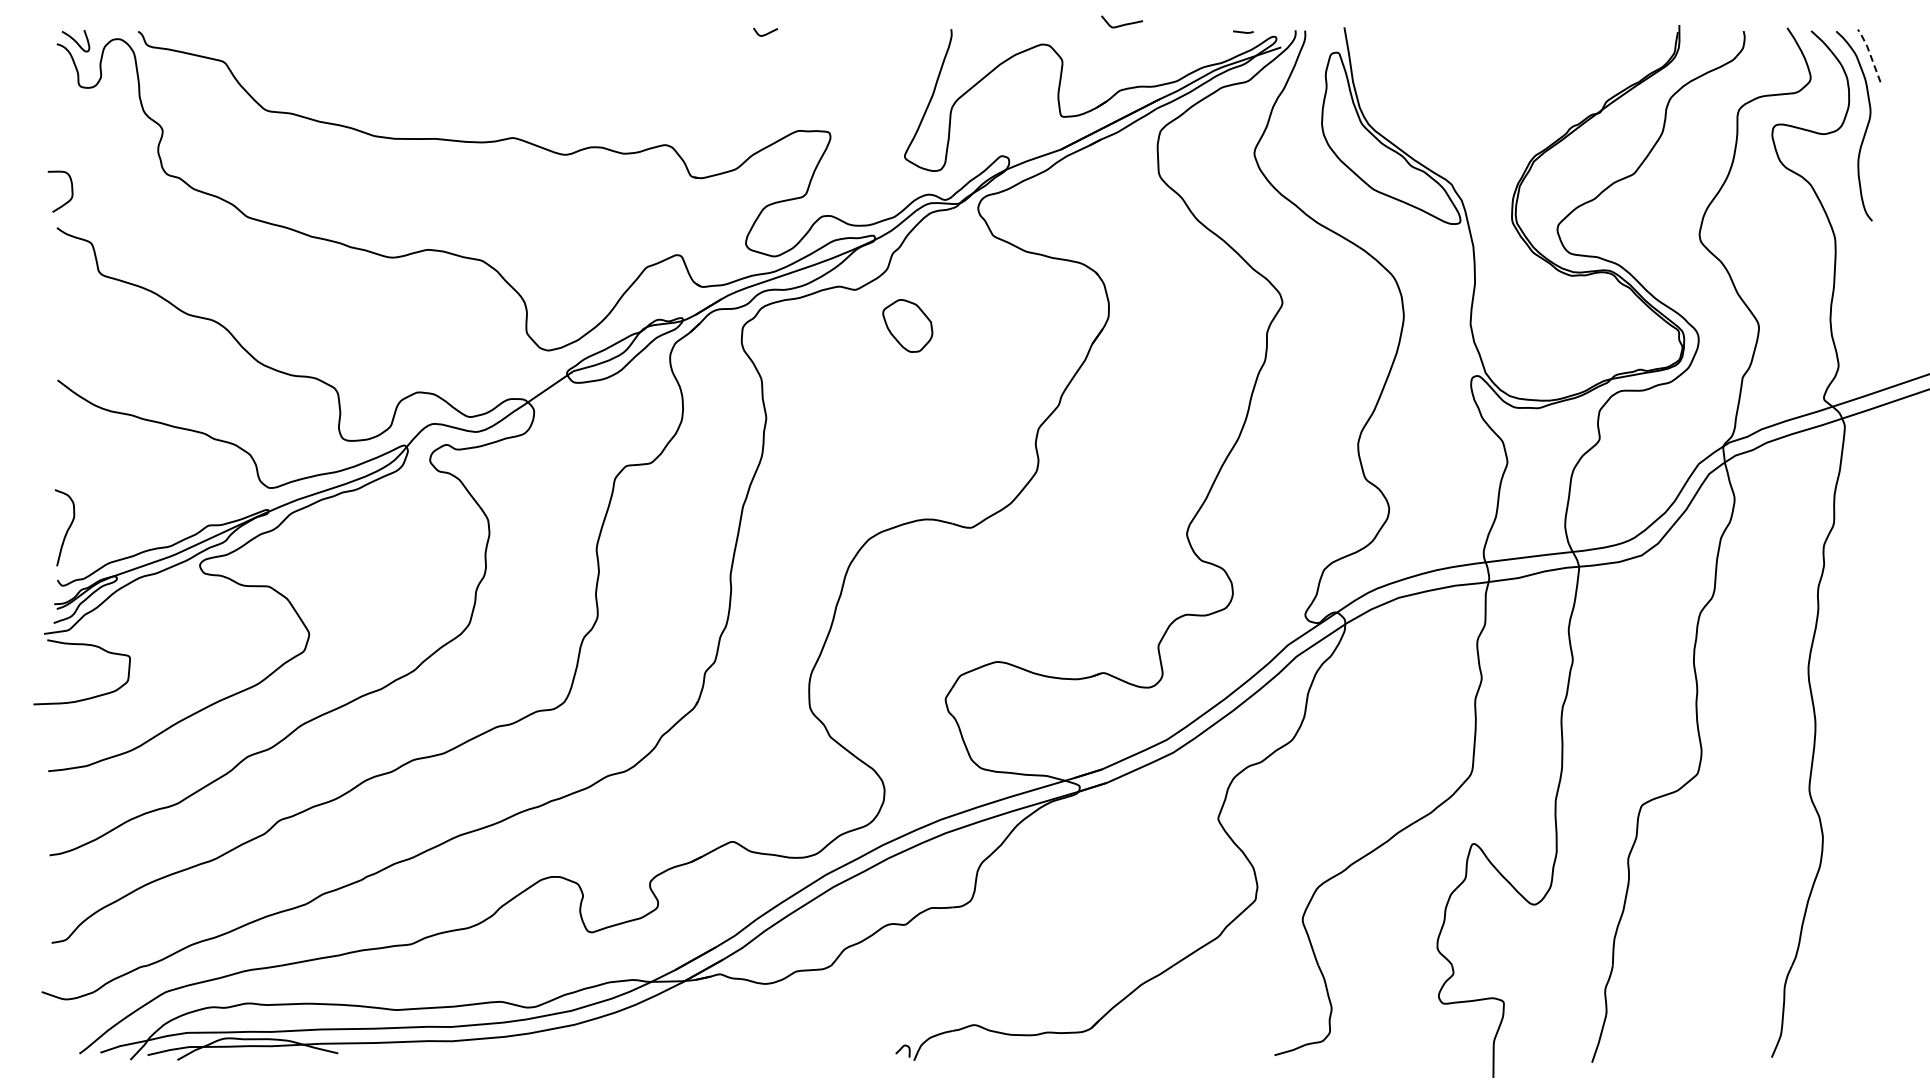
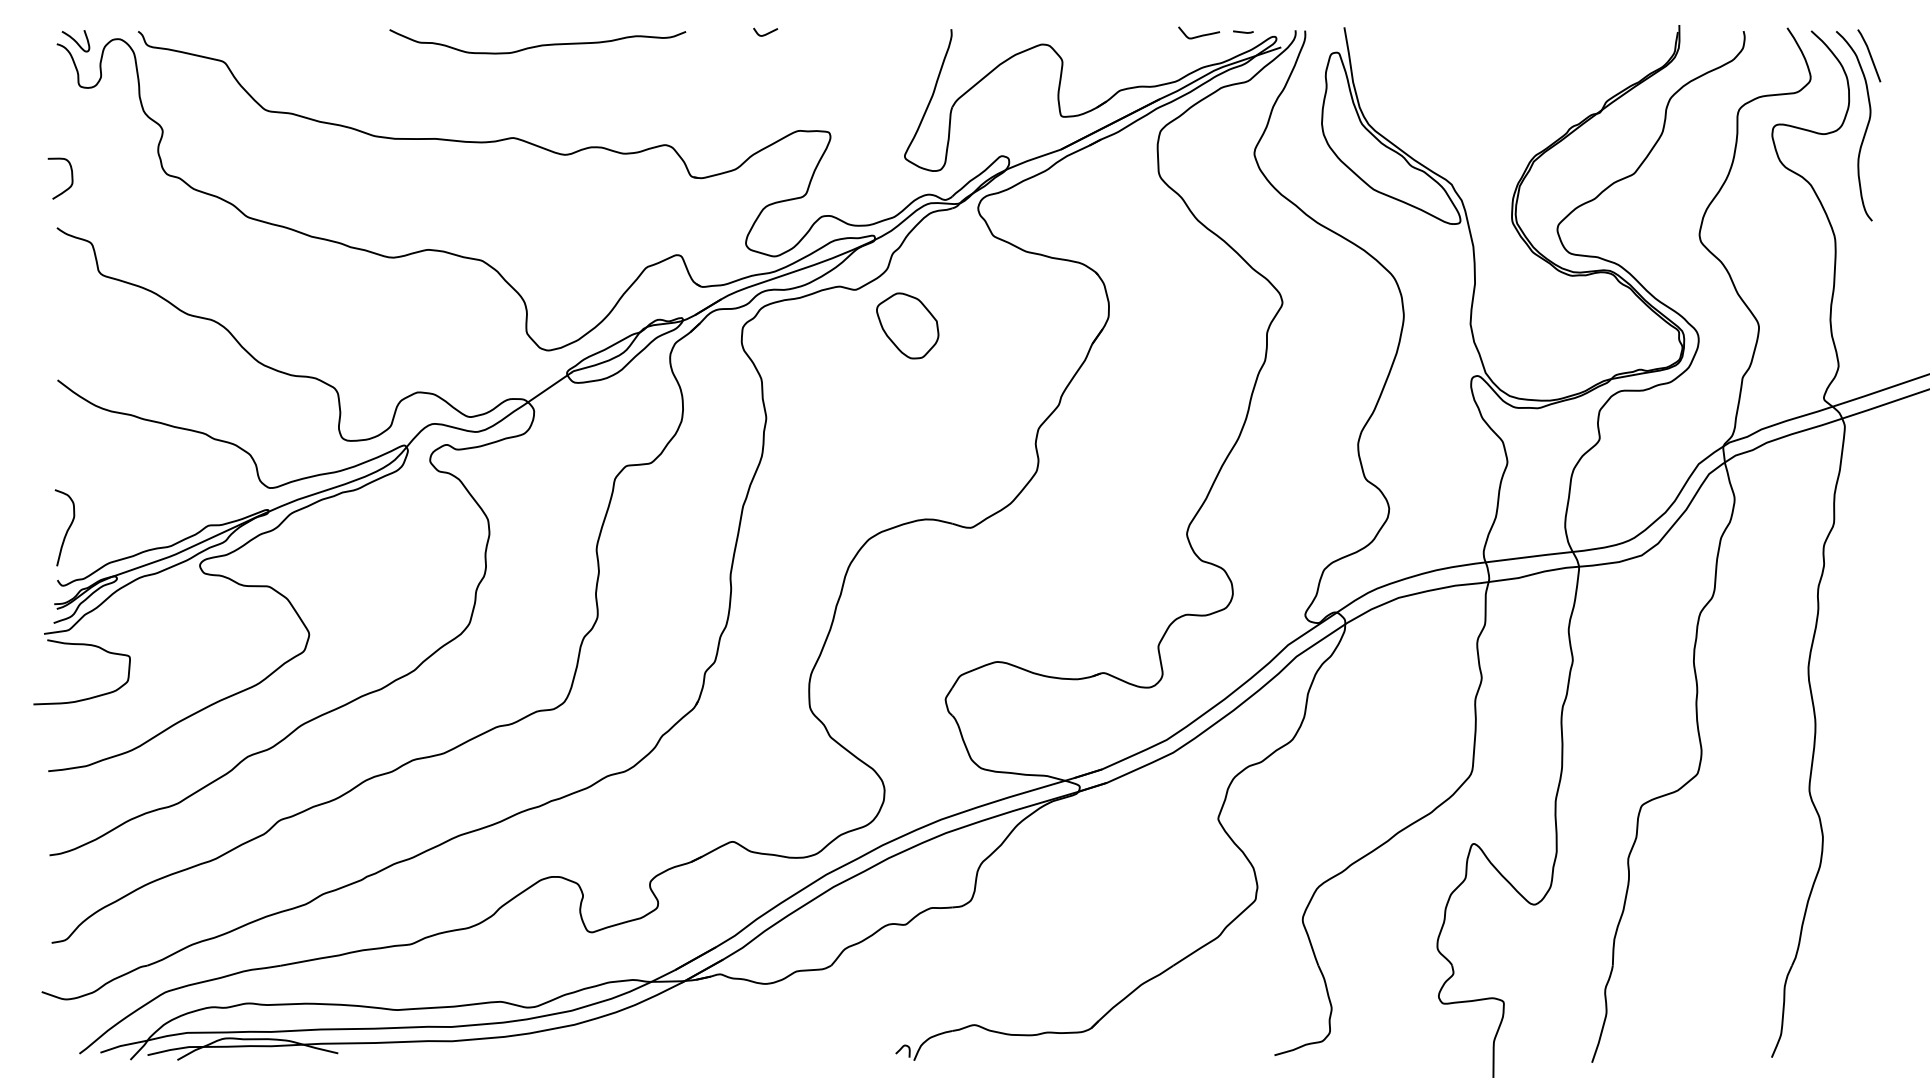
curve at (1122, 24) position: (1122, 24) -> (1199, 35)
curve at (537, 45): none -> present
line at (1869, 53): dashed -> solid
curve at (71, 191) position: (71, 191) -> (71, 178)
part at (907, 325) size: 52x54 px -> 64x68 px
